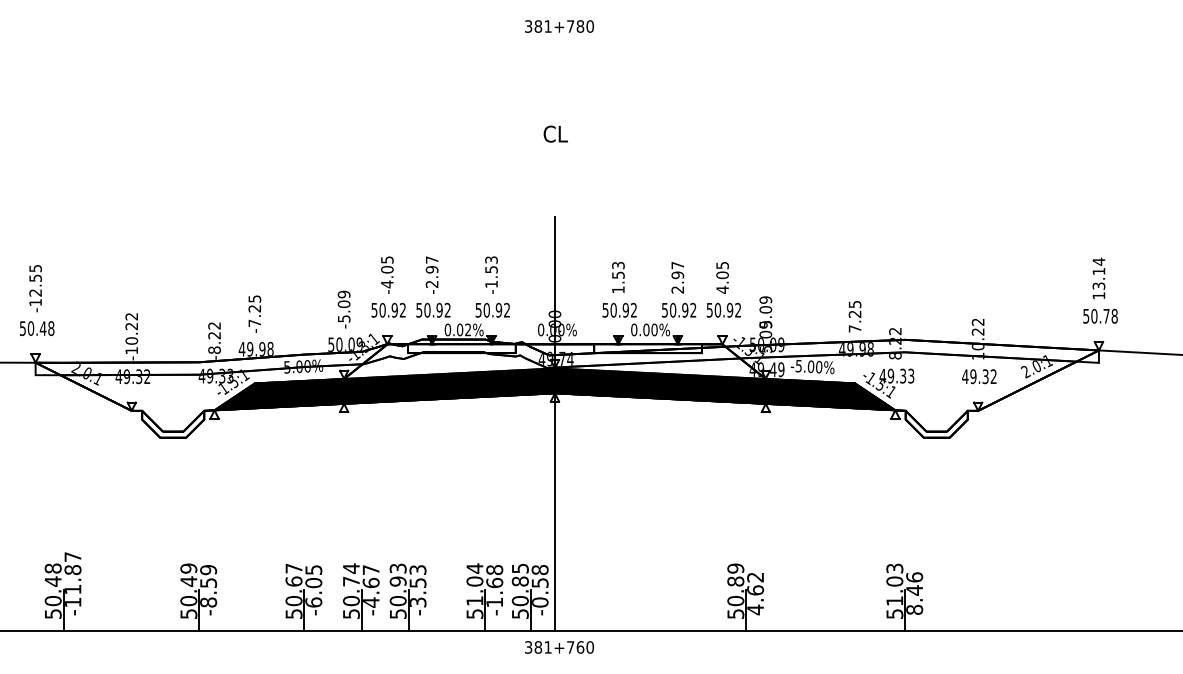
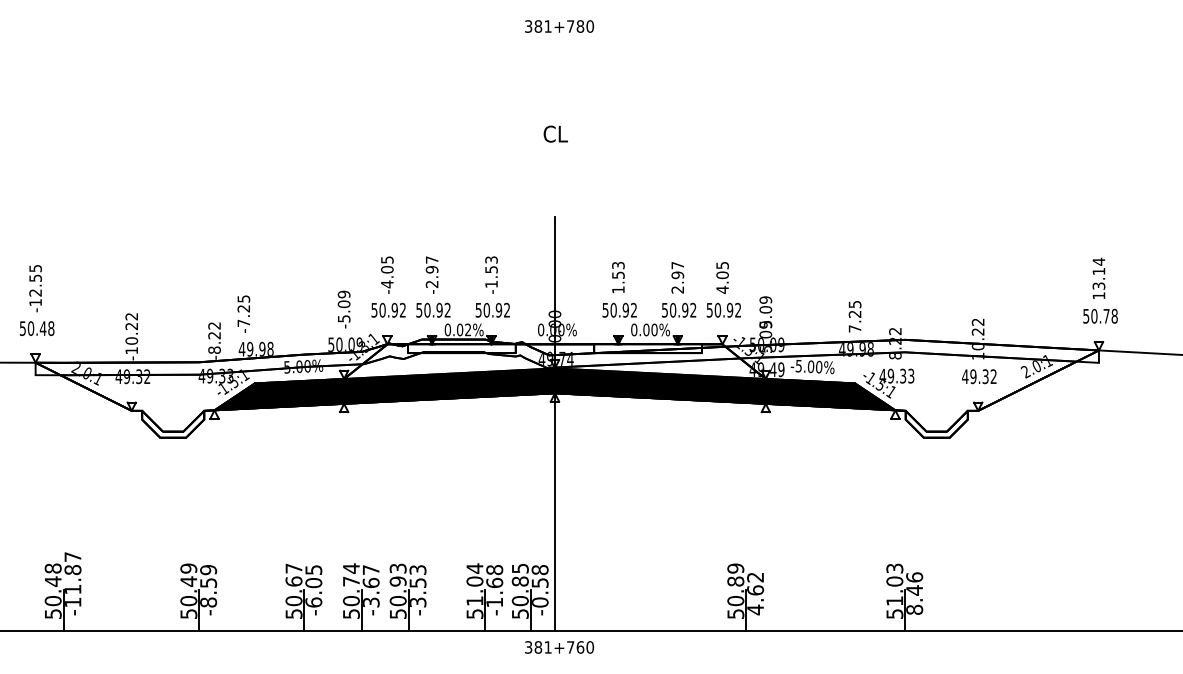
text at (254, 313) position: (254, 313) -> (243, 313)
text at (371, 602): -4.67 -> -3.67
